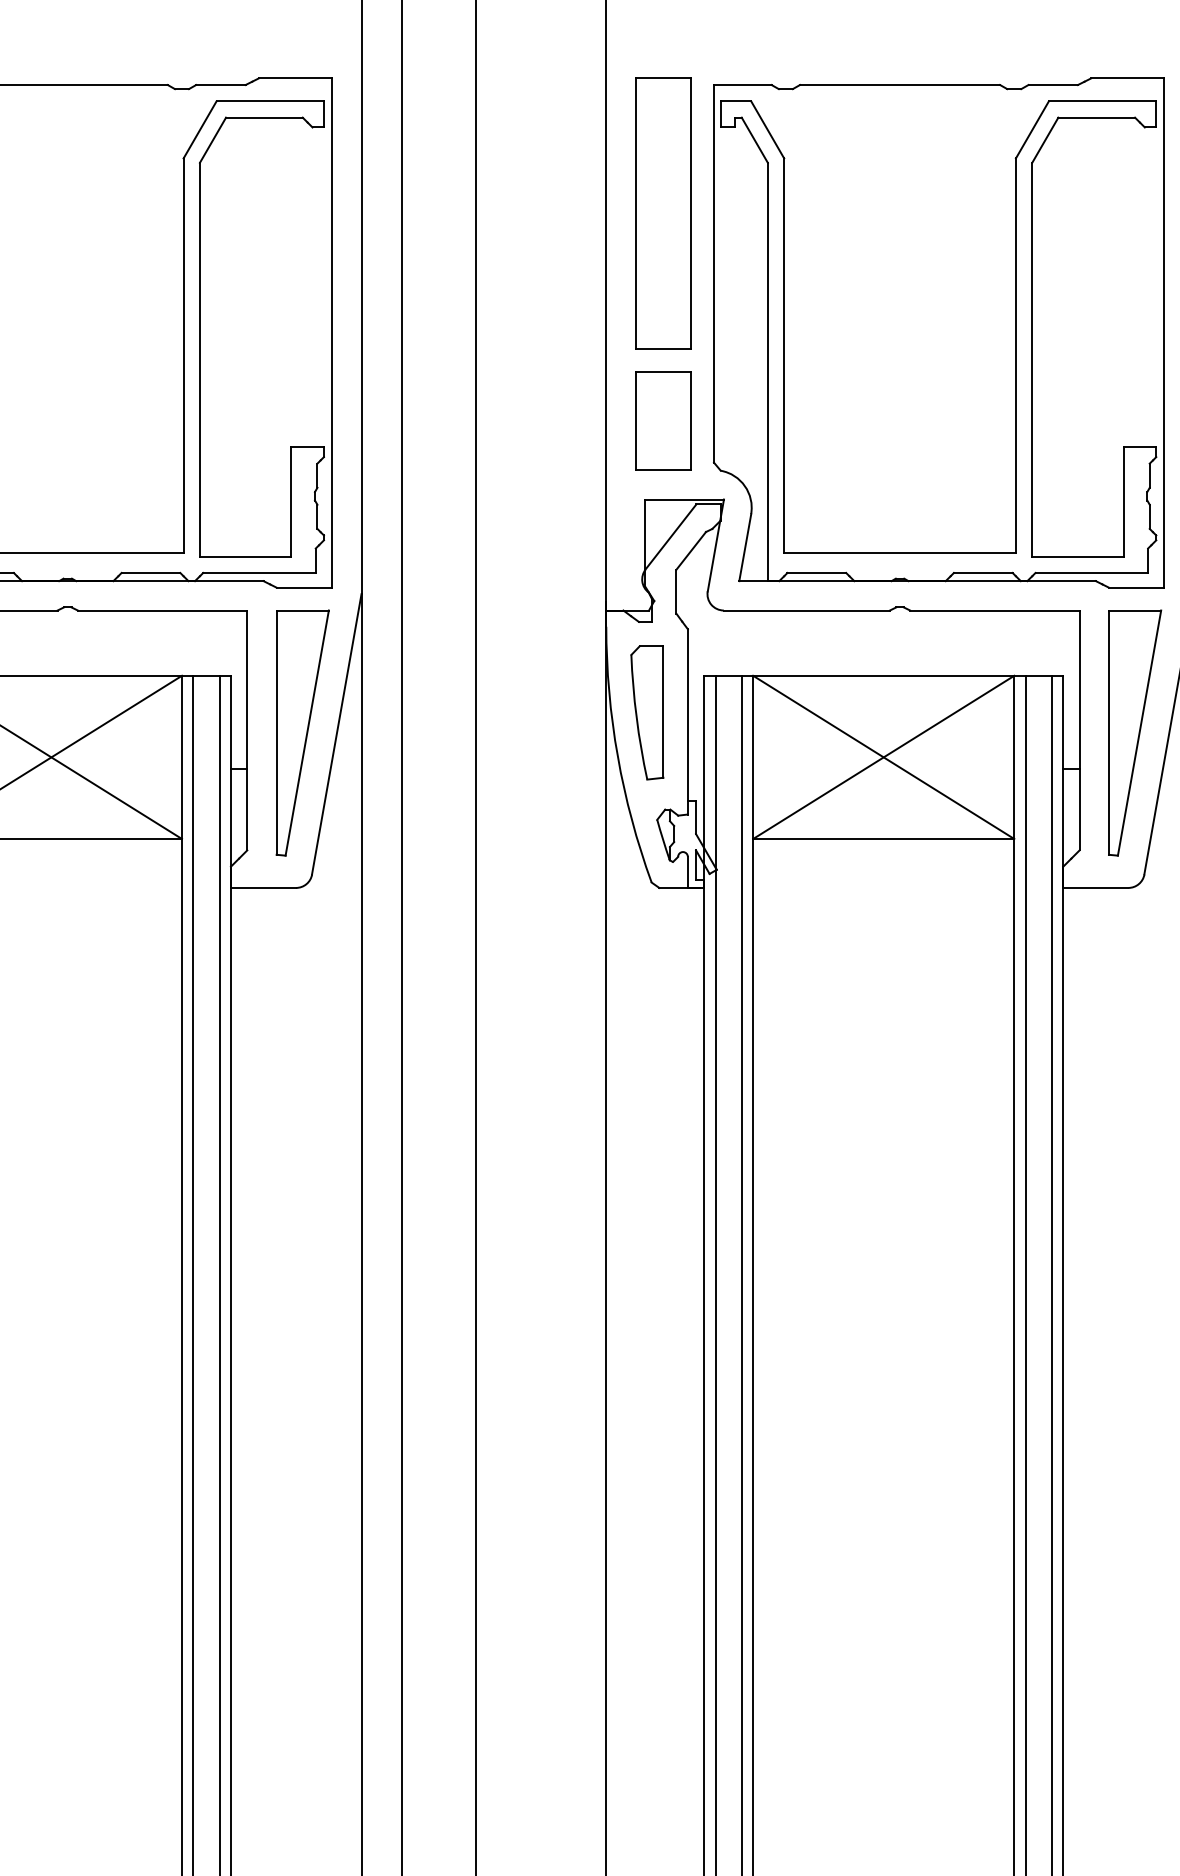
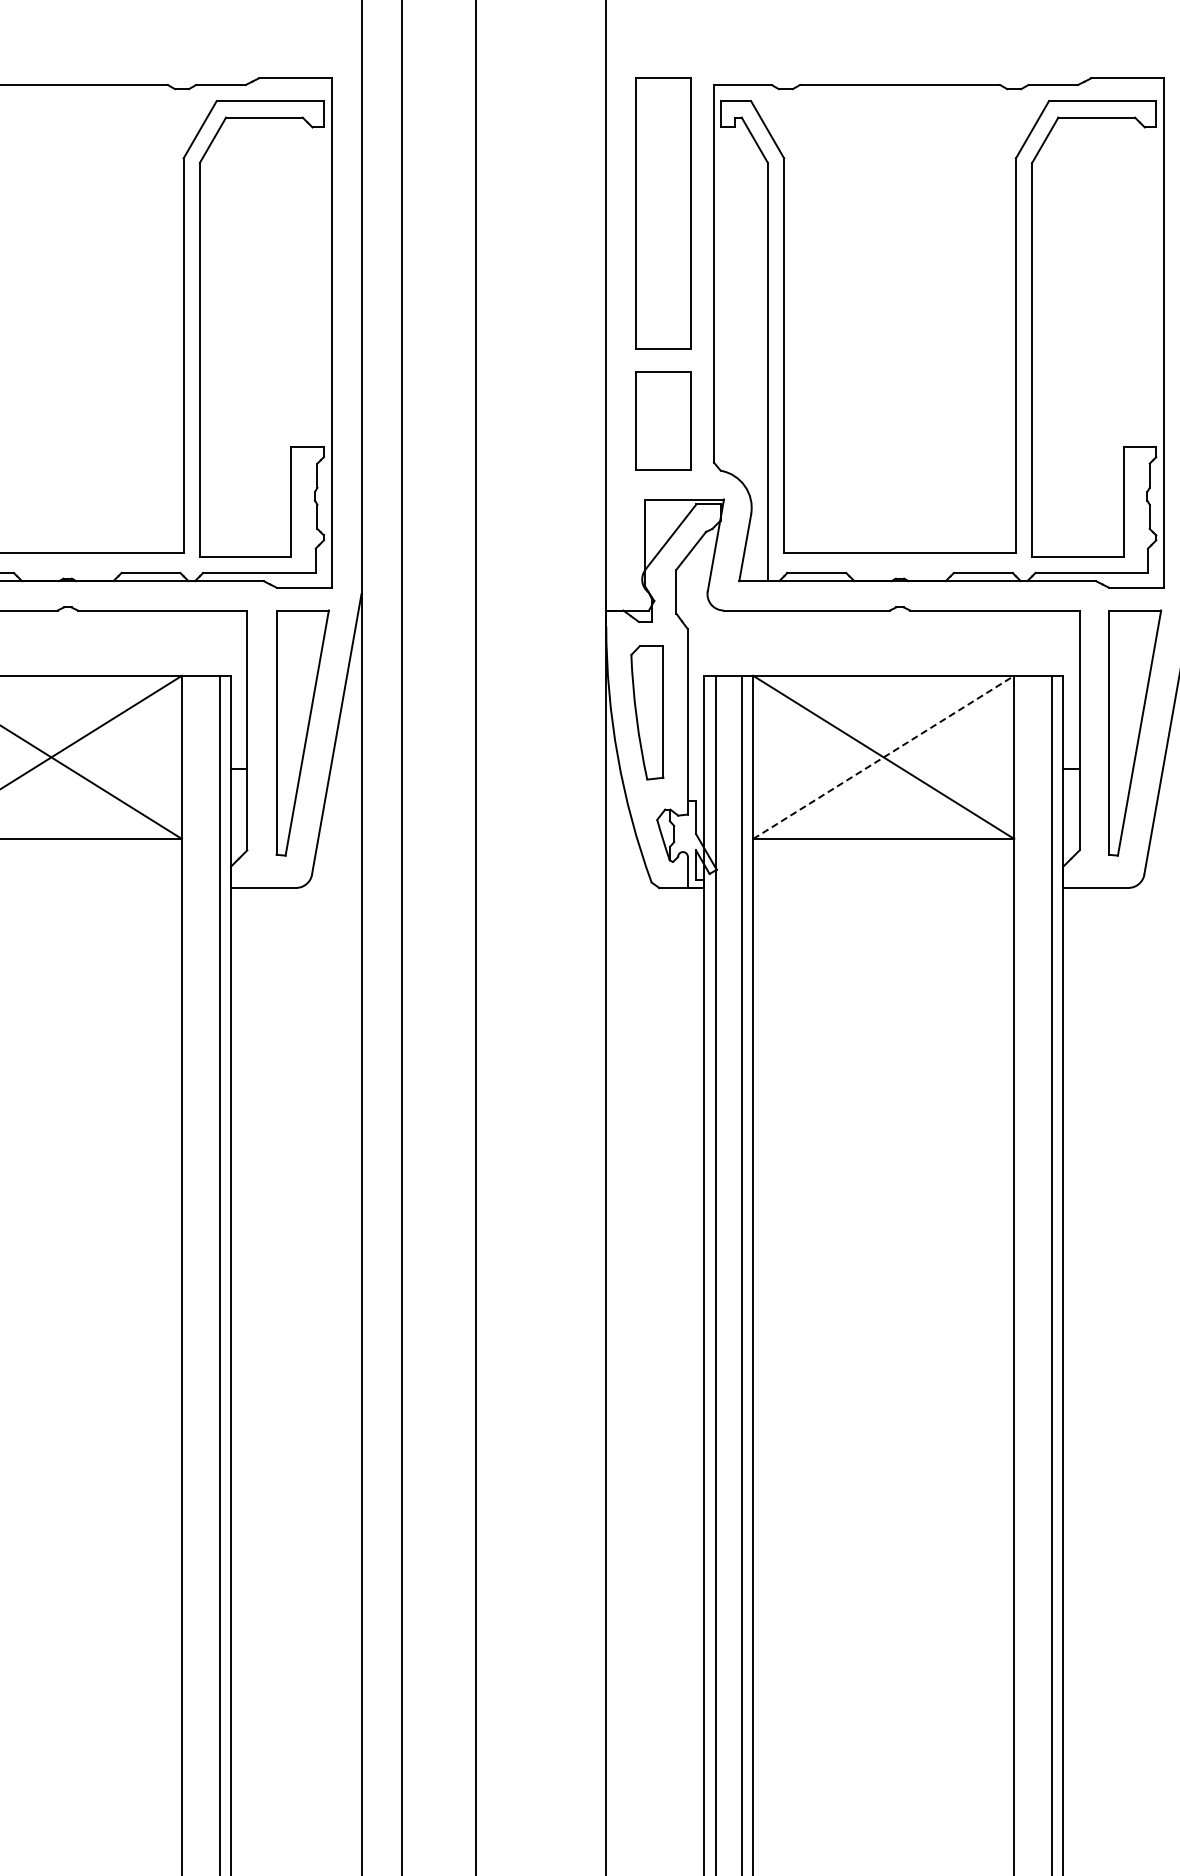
line at (883, 757): solid -> dashed
line at (193, 1273): present -> none
line at (1025, 1273): present -> none
